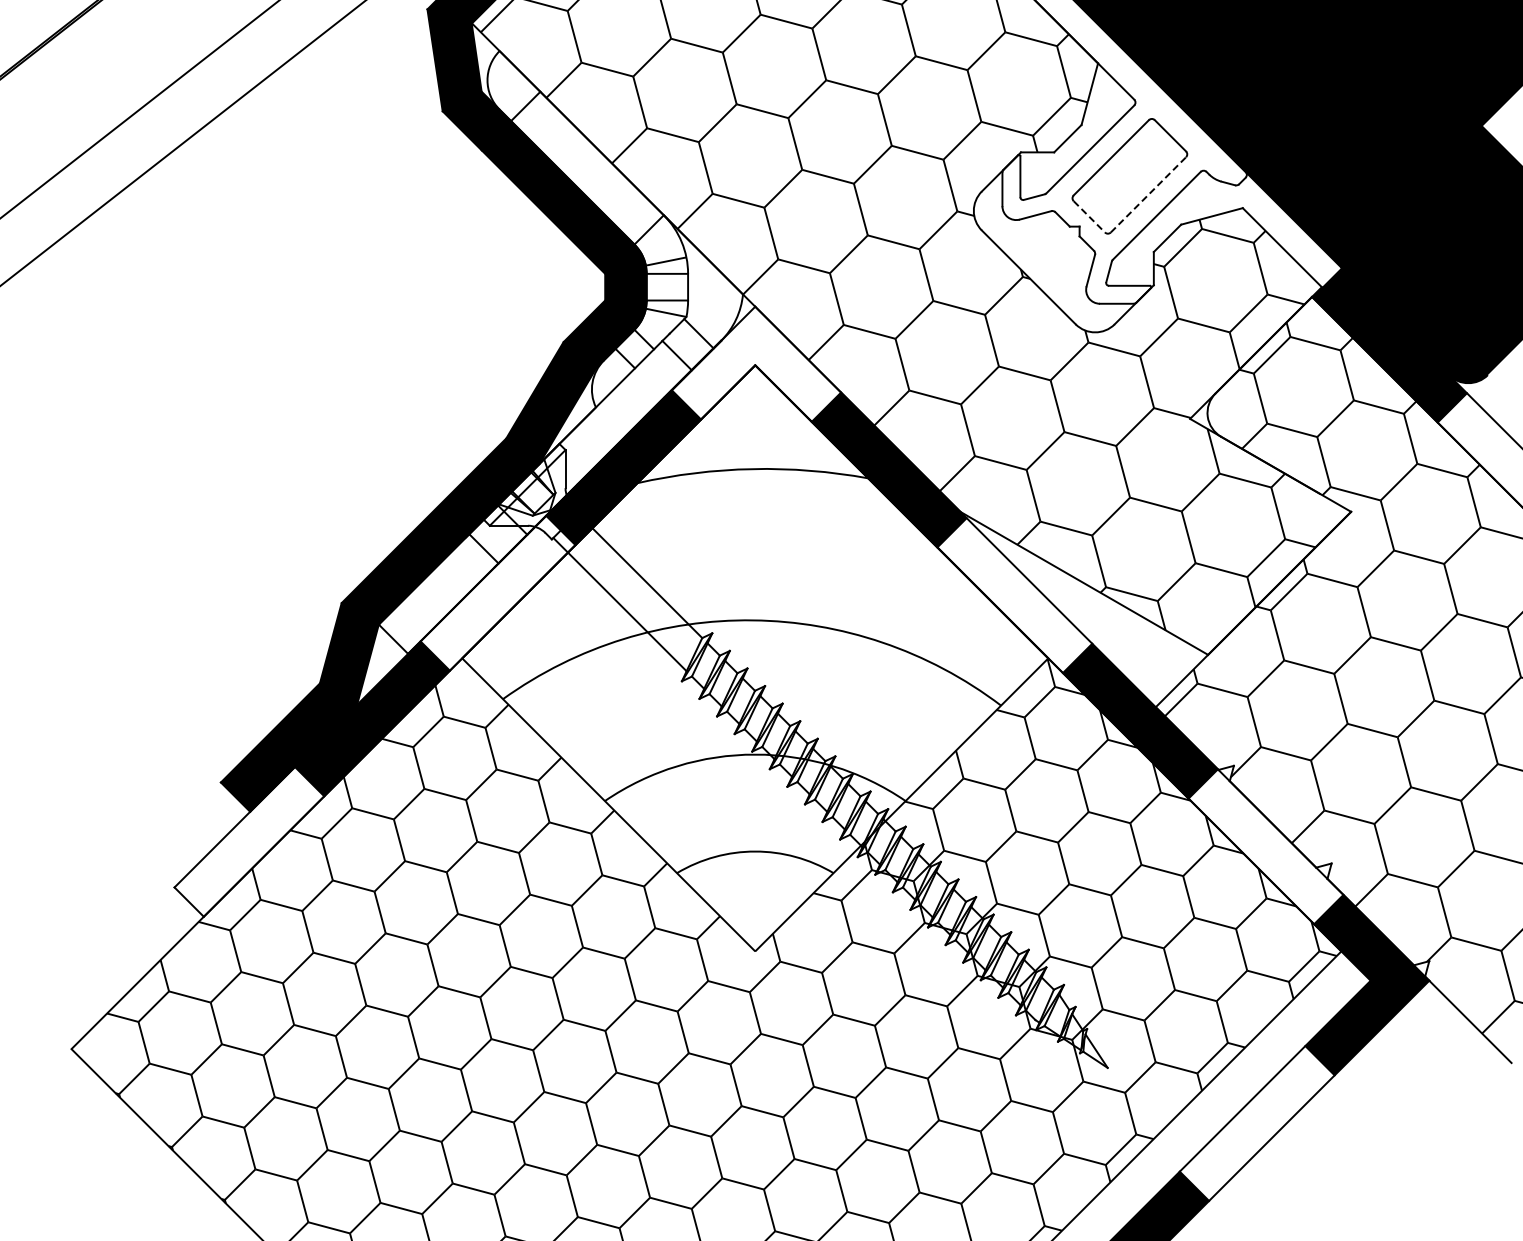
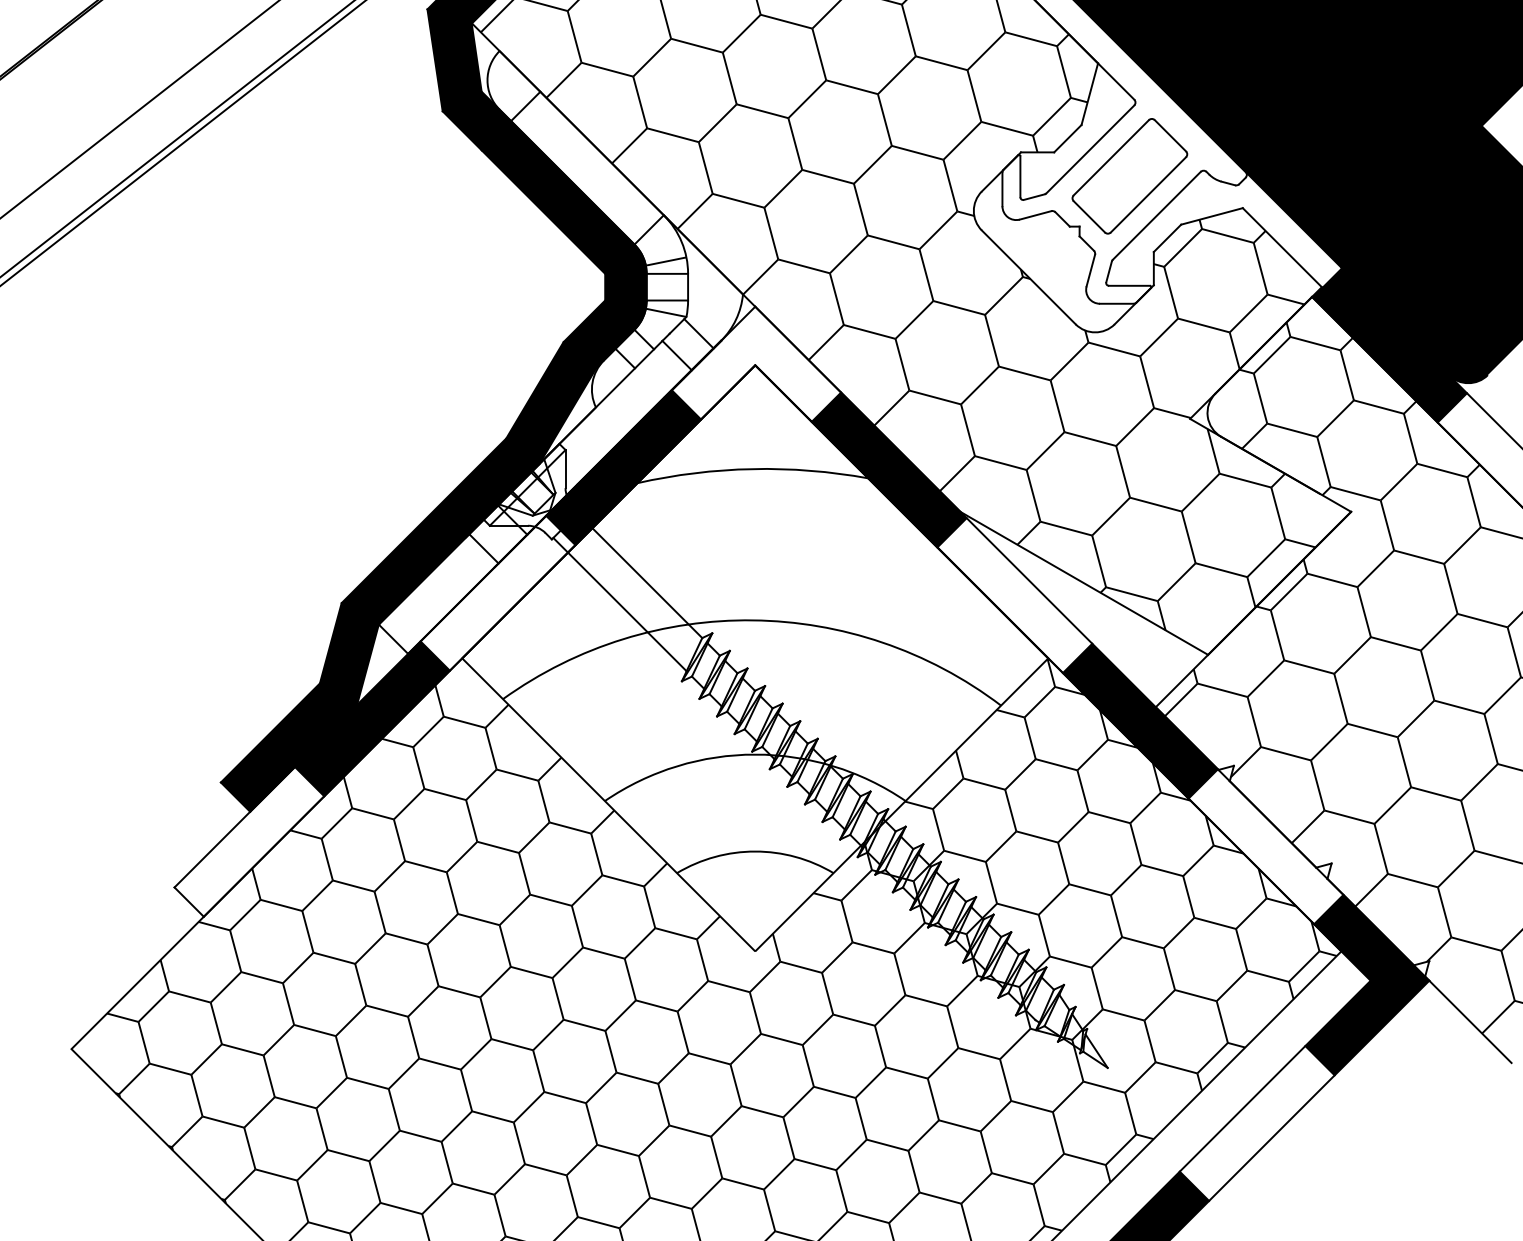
line at (177, 138): none -> present
line at (1148, 194): dashed -> solid
line at (1089, 217): dashed -> solid
